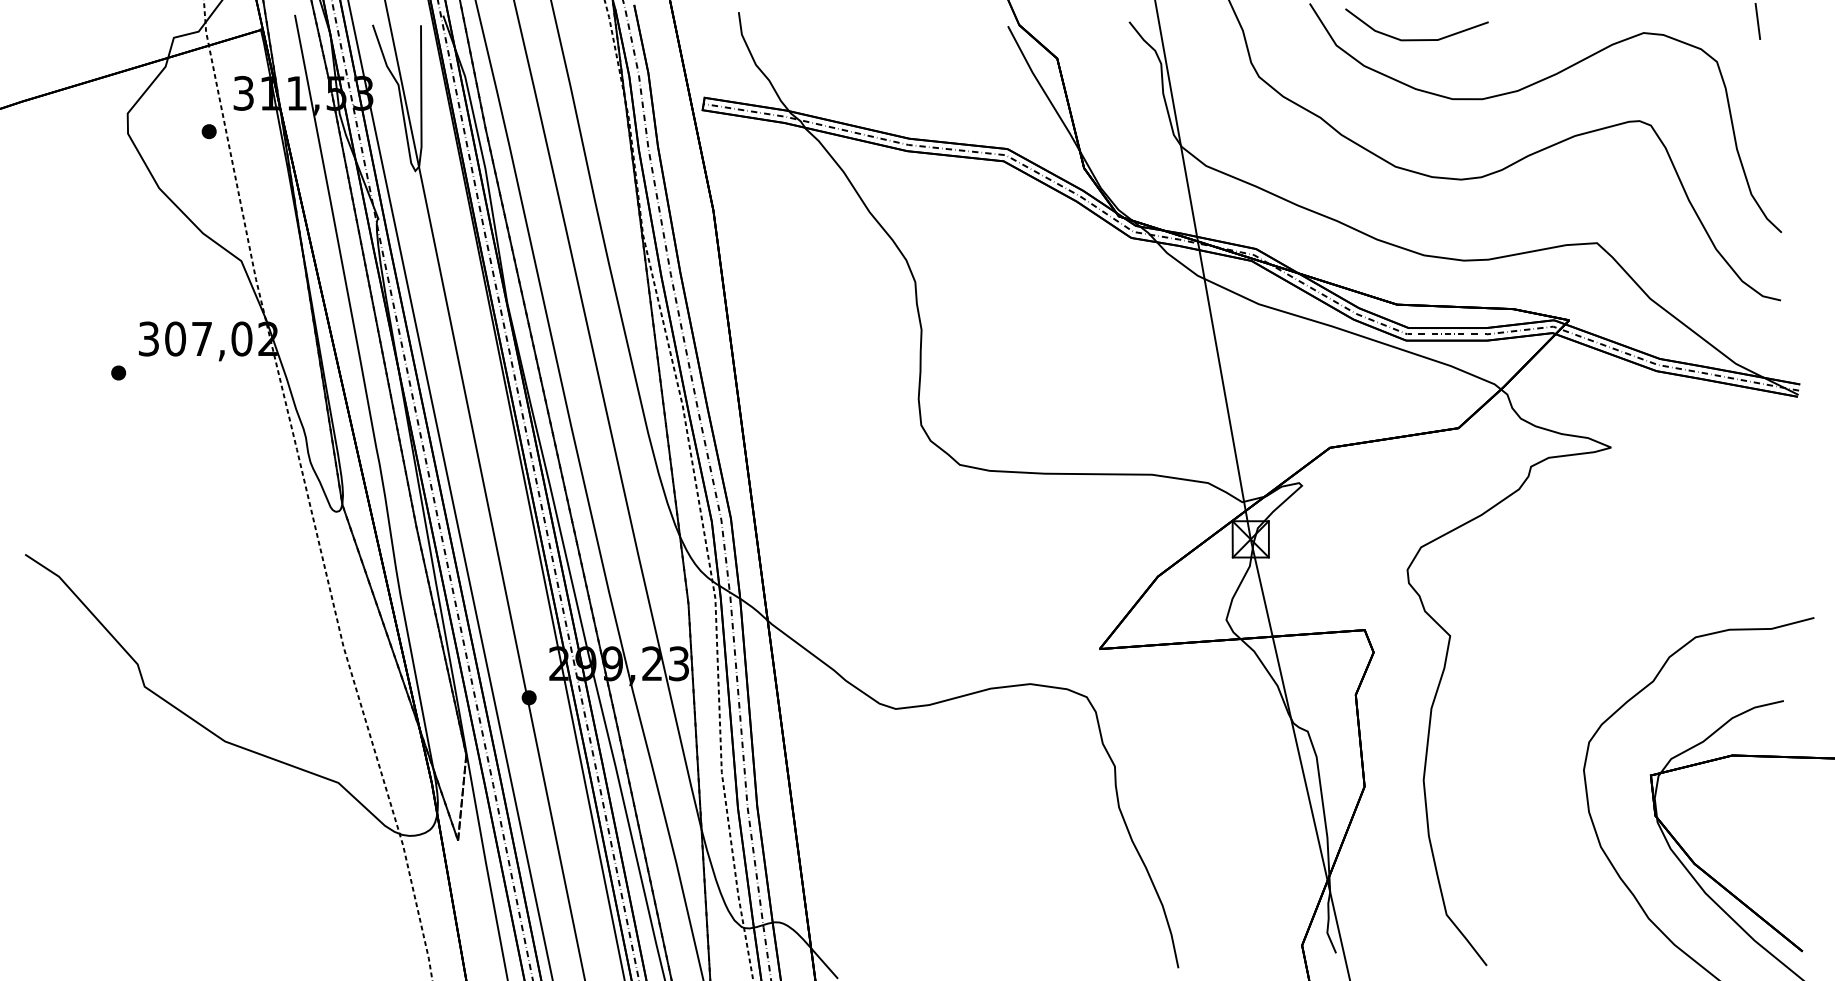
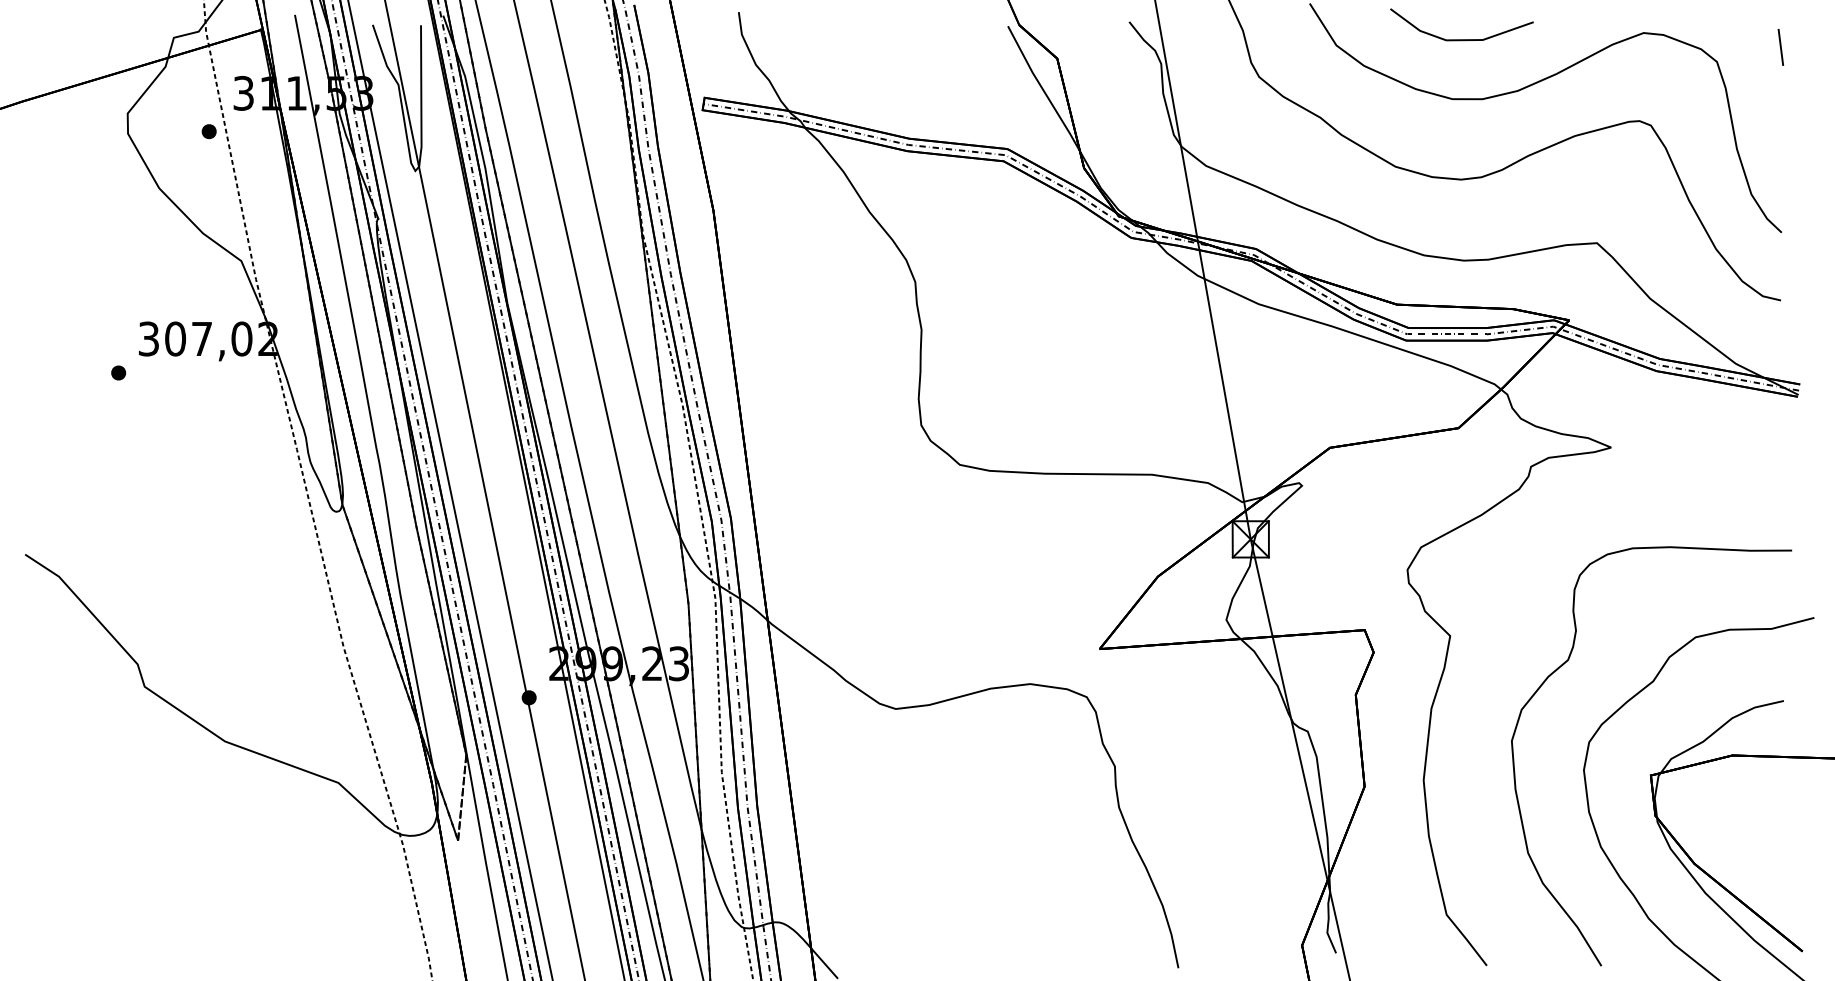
line at (1757, 21) position: (1757, 21) -> (1780, 47)
line at (1416, 39) position: (1416, 39) -> (1461, 39)
curve at (1562, 666): none -> present
